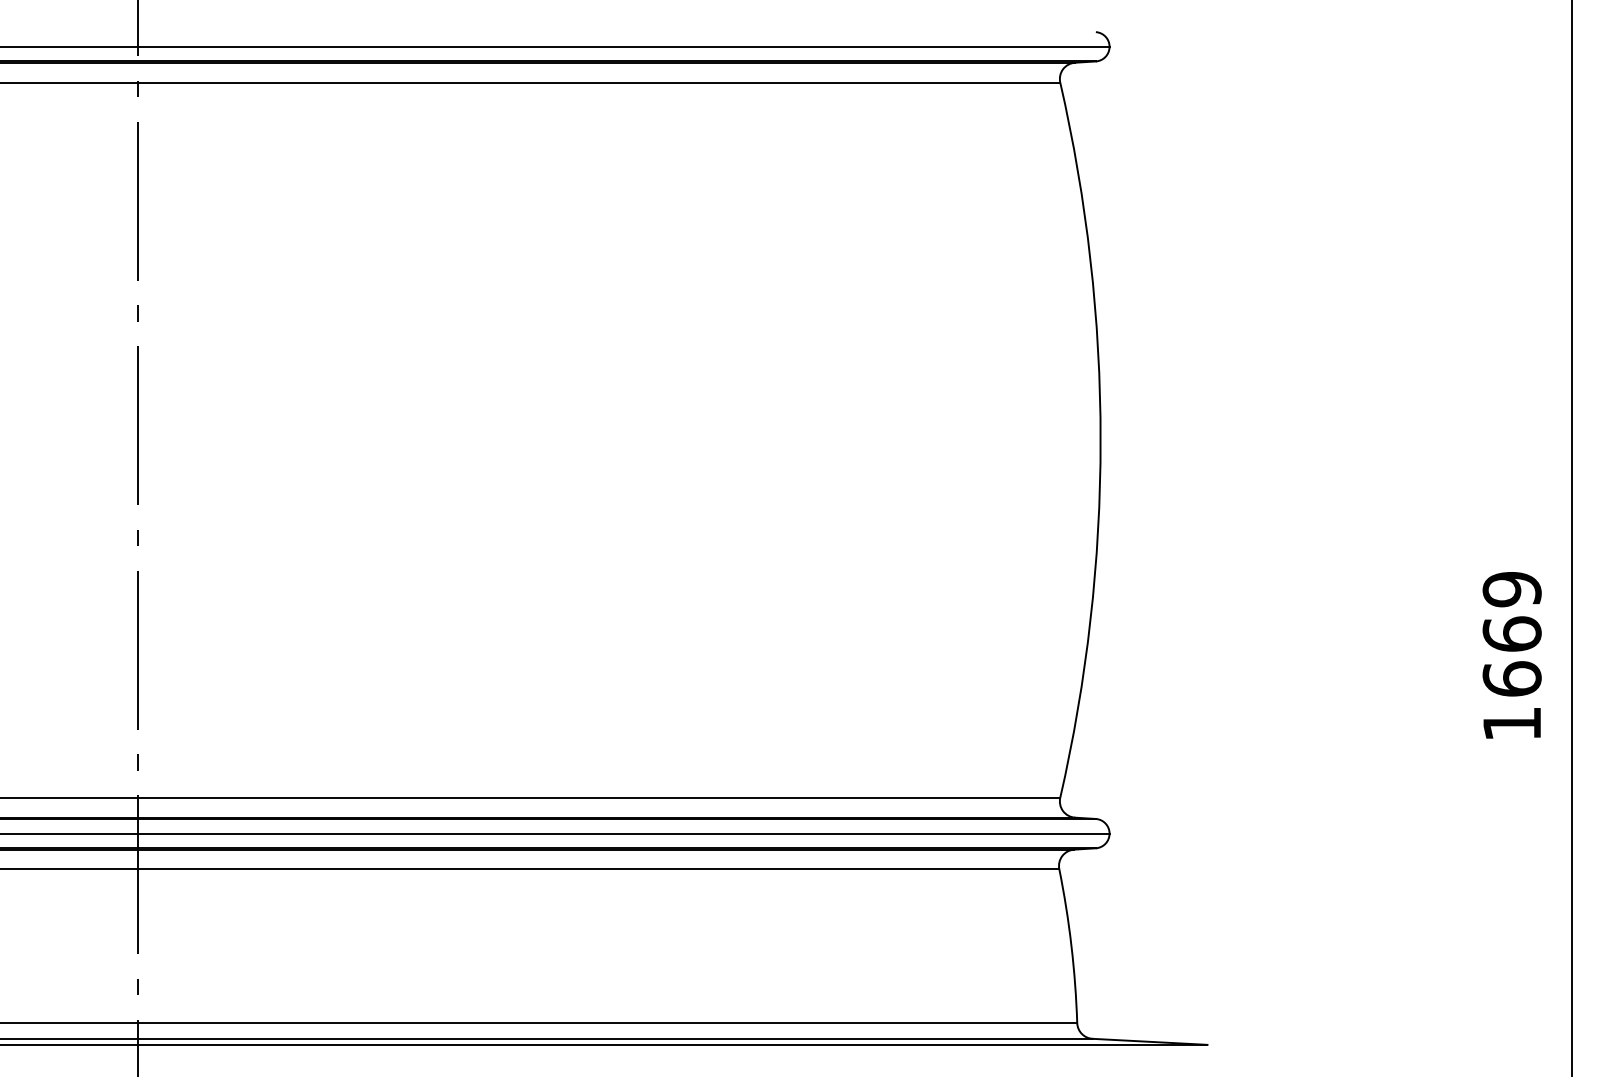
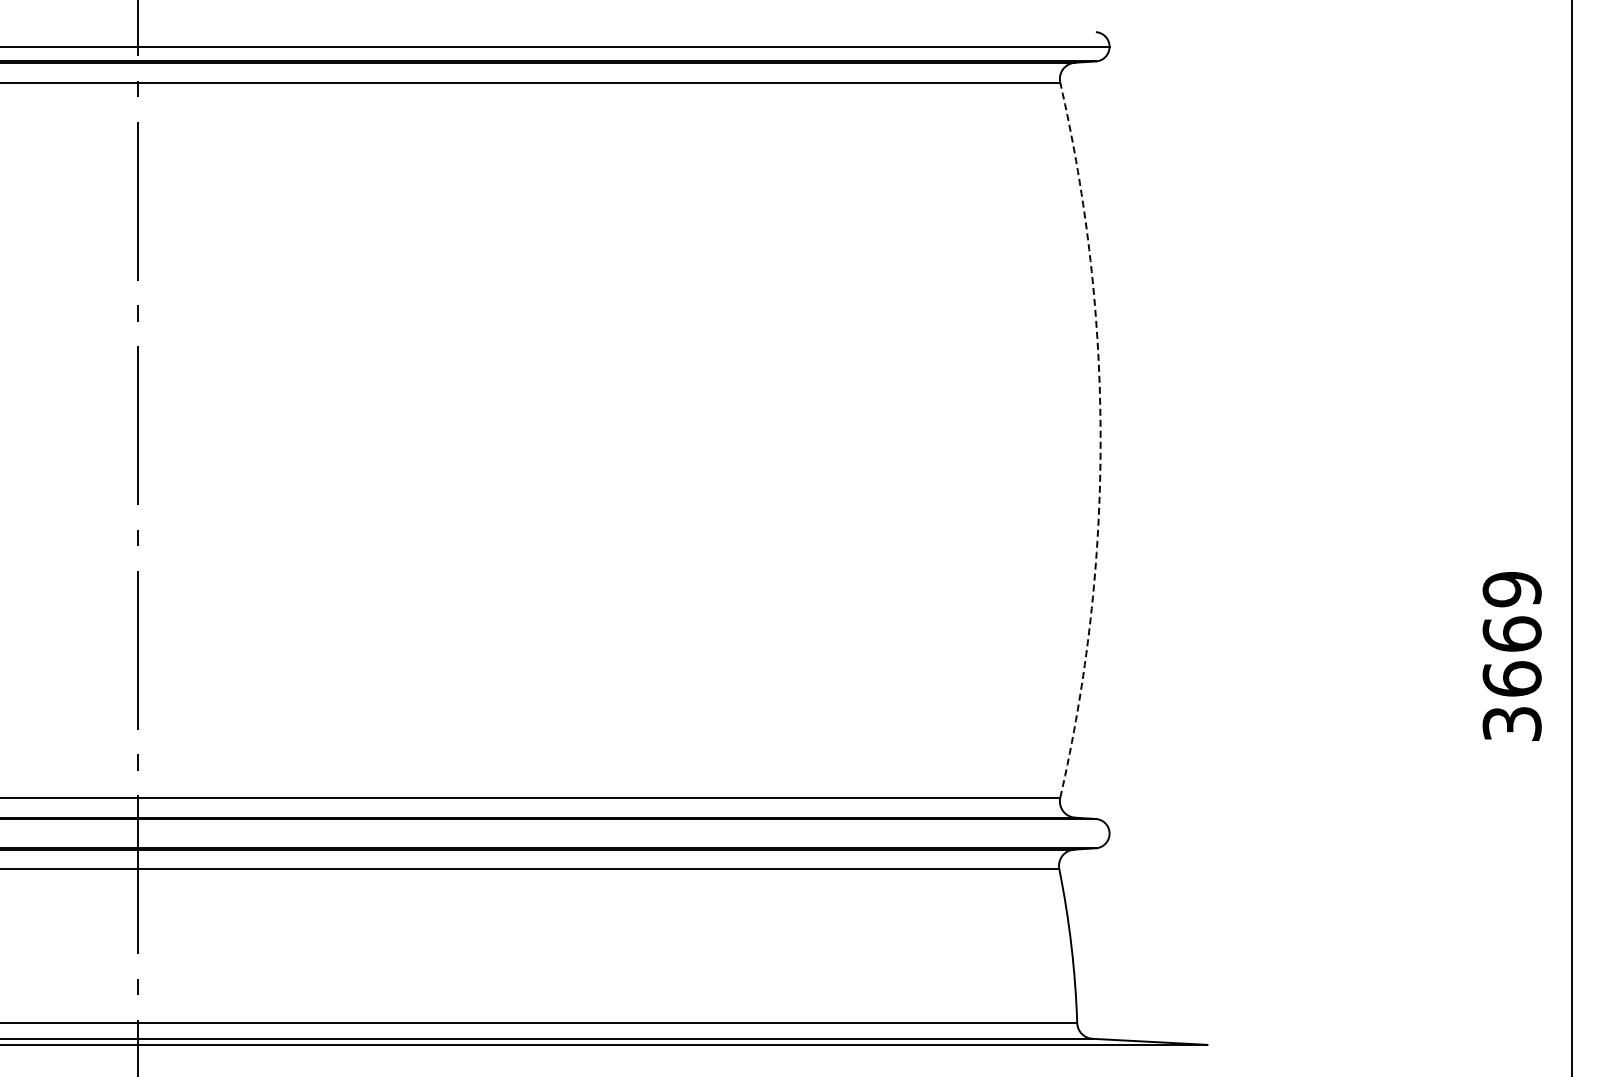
arc at (1100, 440): solid -> dashed
text at (1511, 723): 1669 -> 3669
line at (555, 833): present -> none
